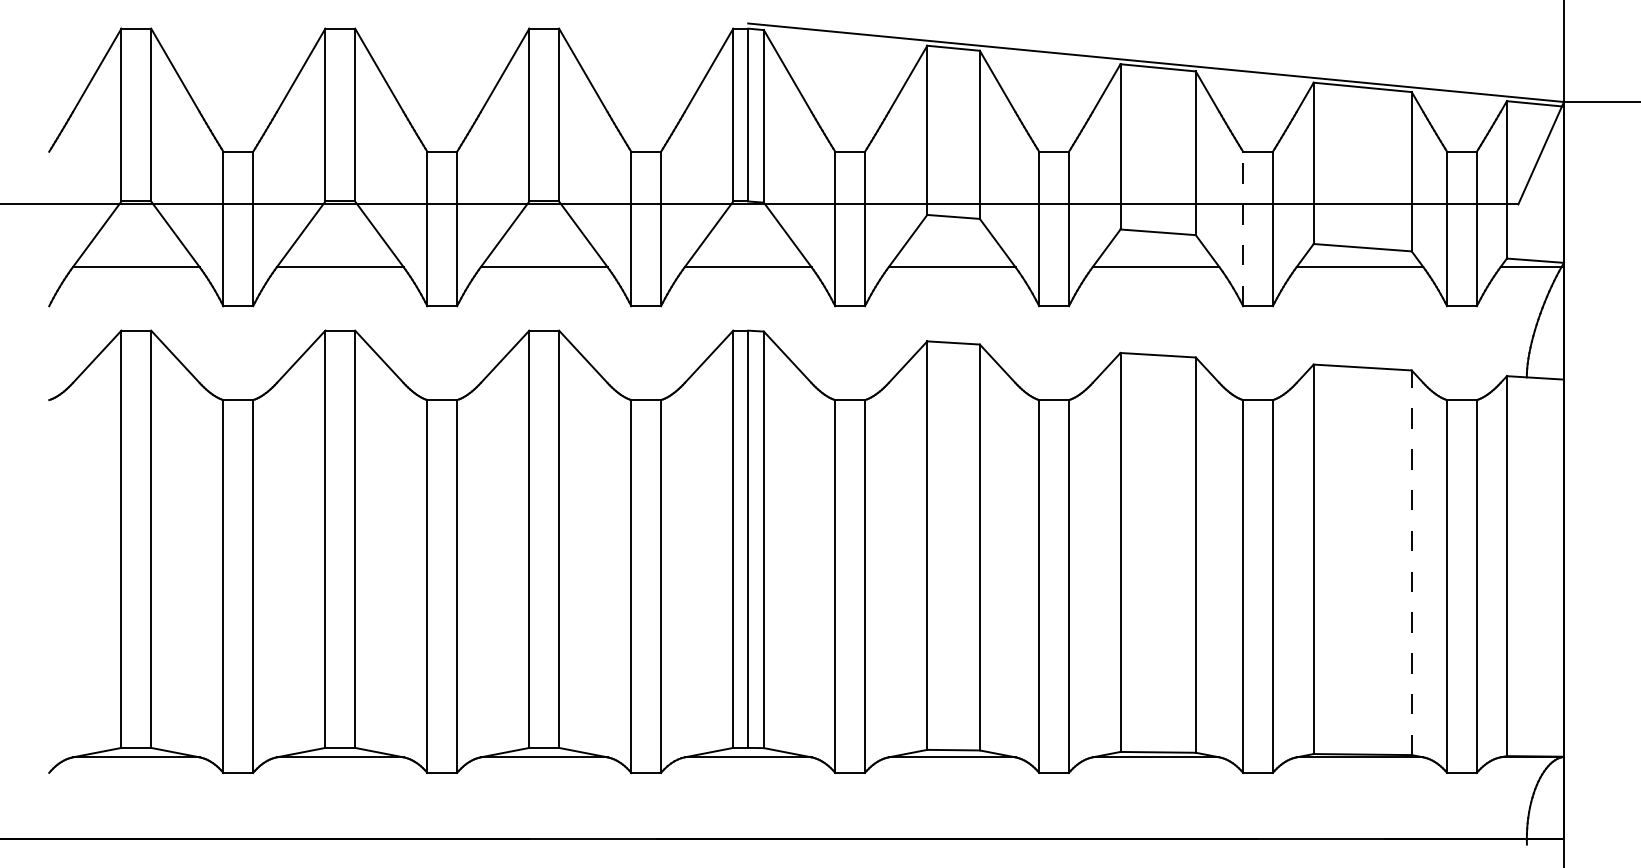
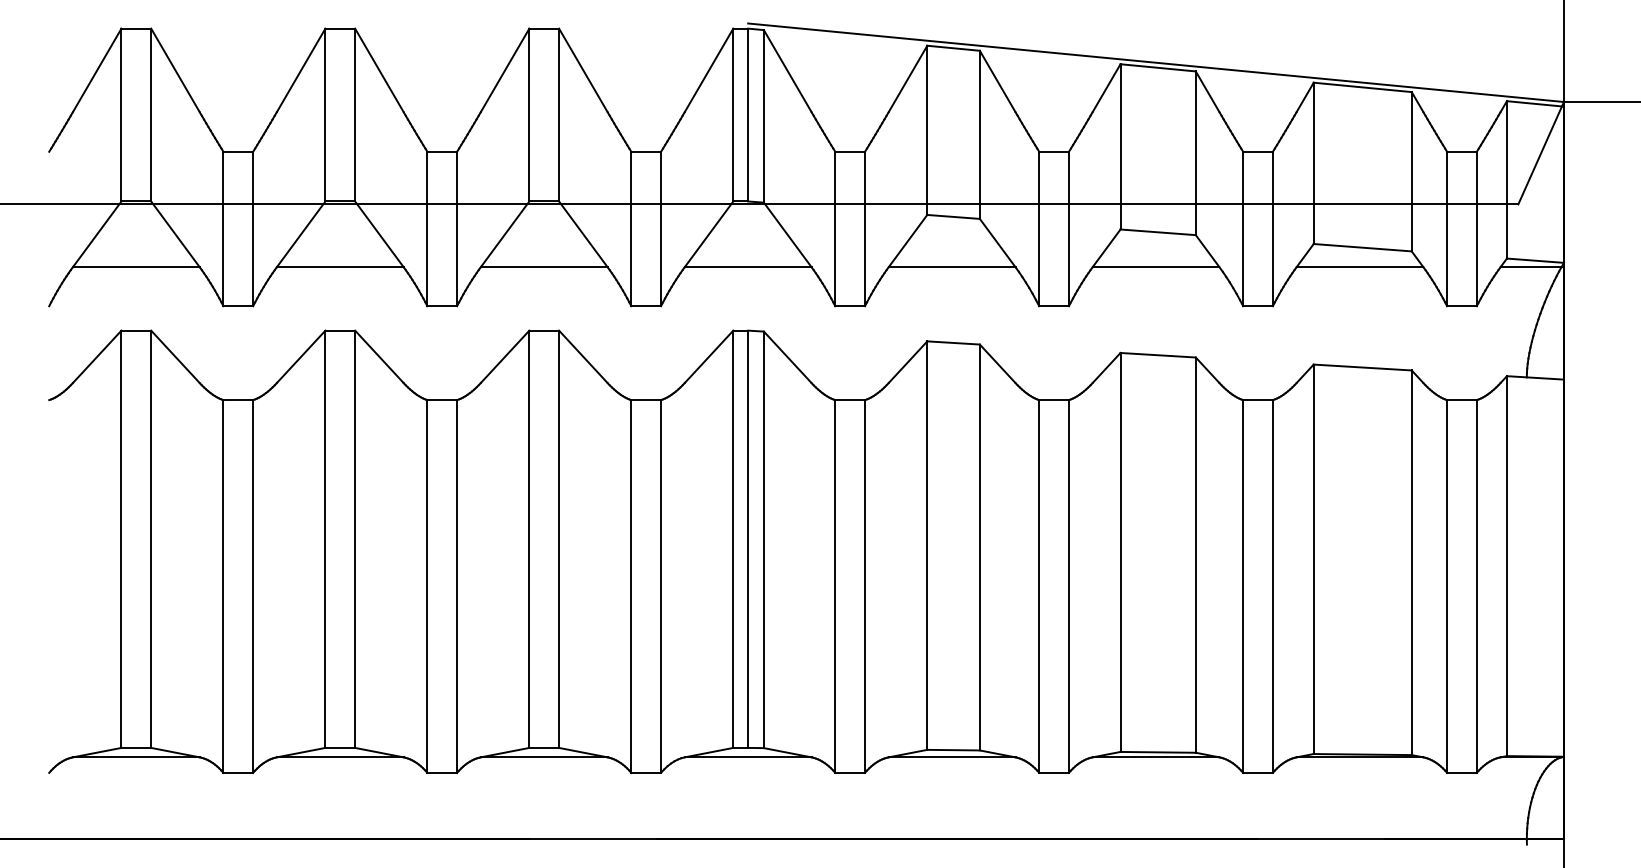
line at (1243, 228): dashed -> solid
line at (1411, 562): dashed -> solid
